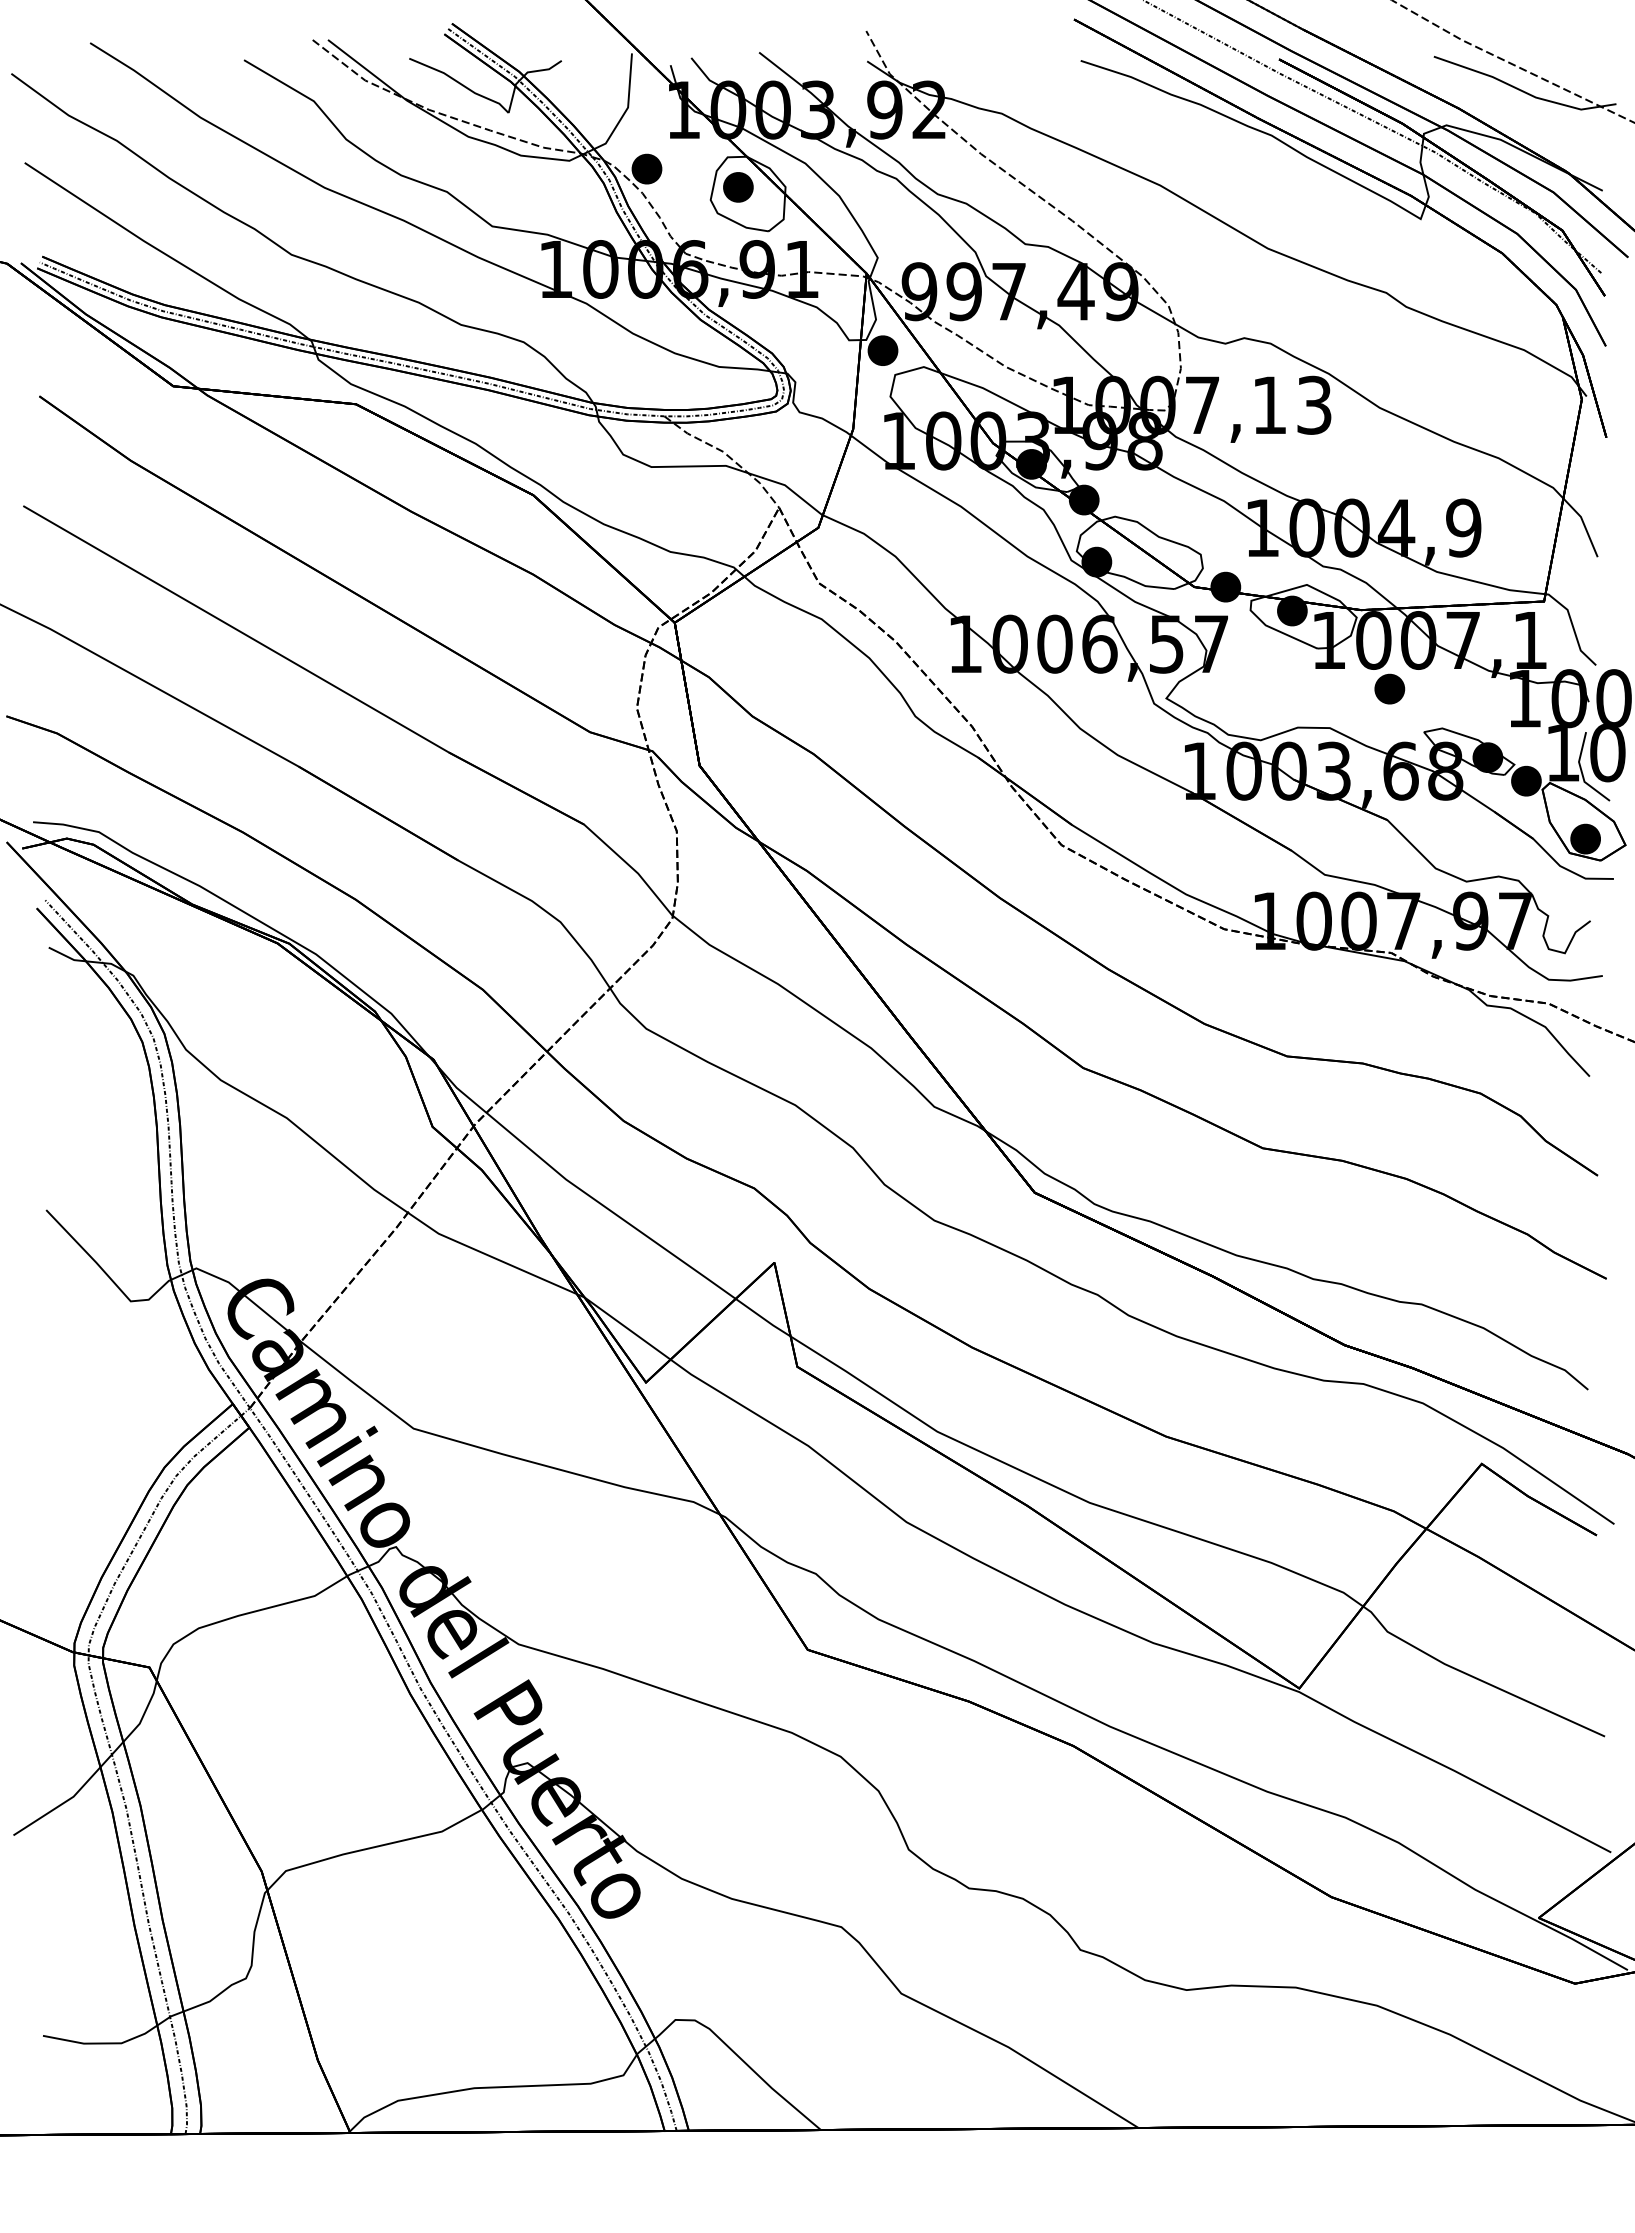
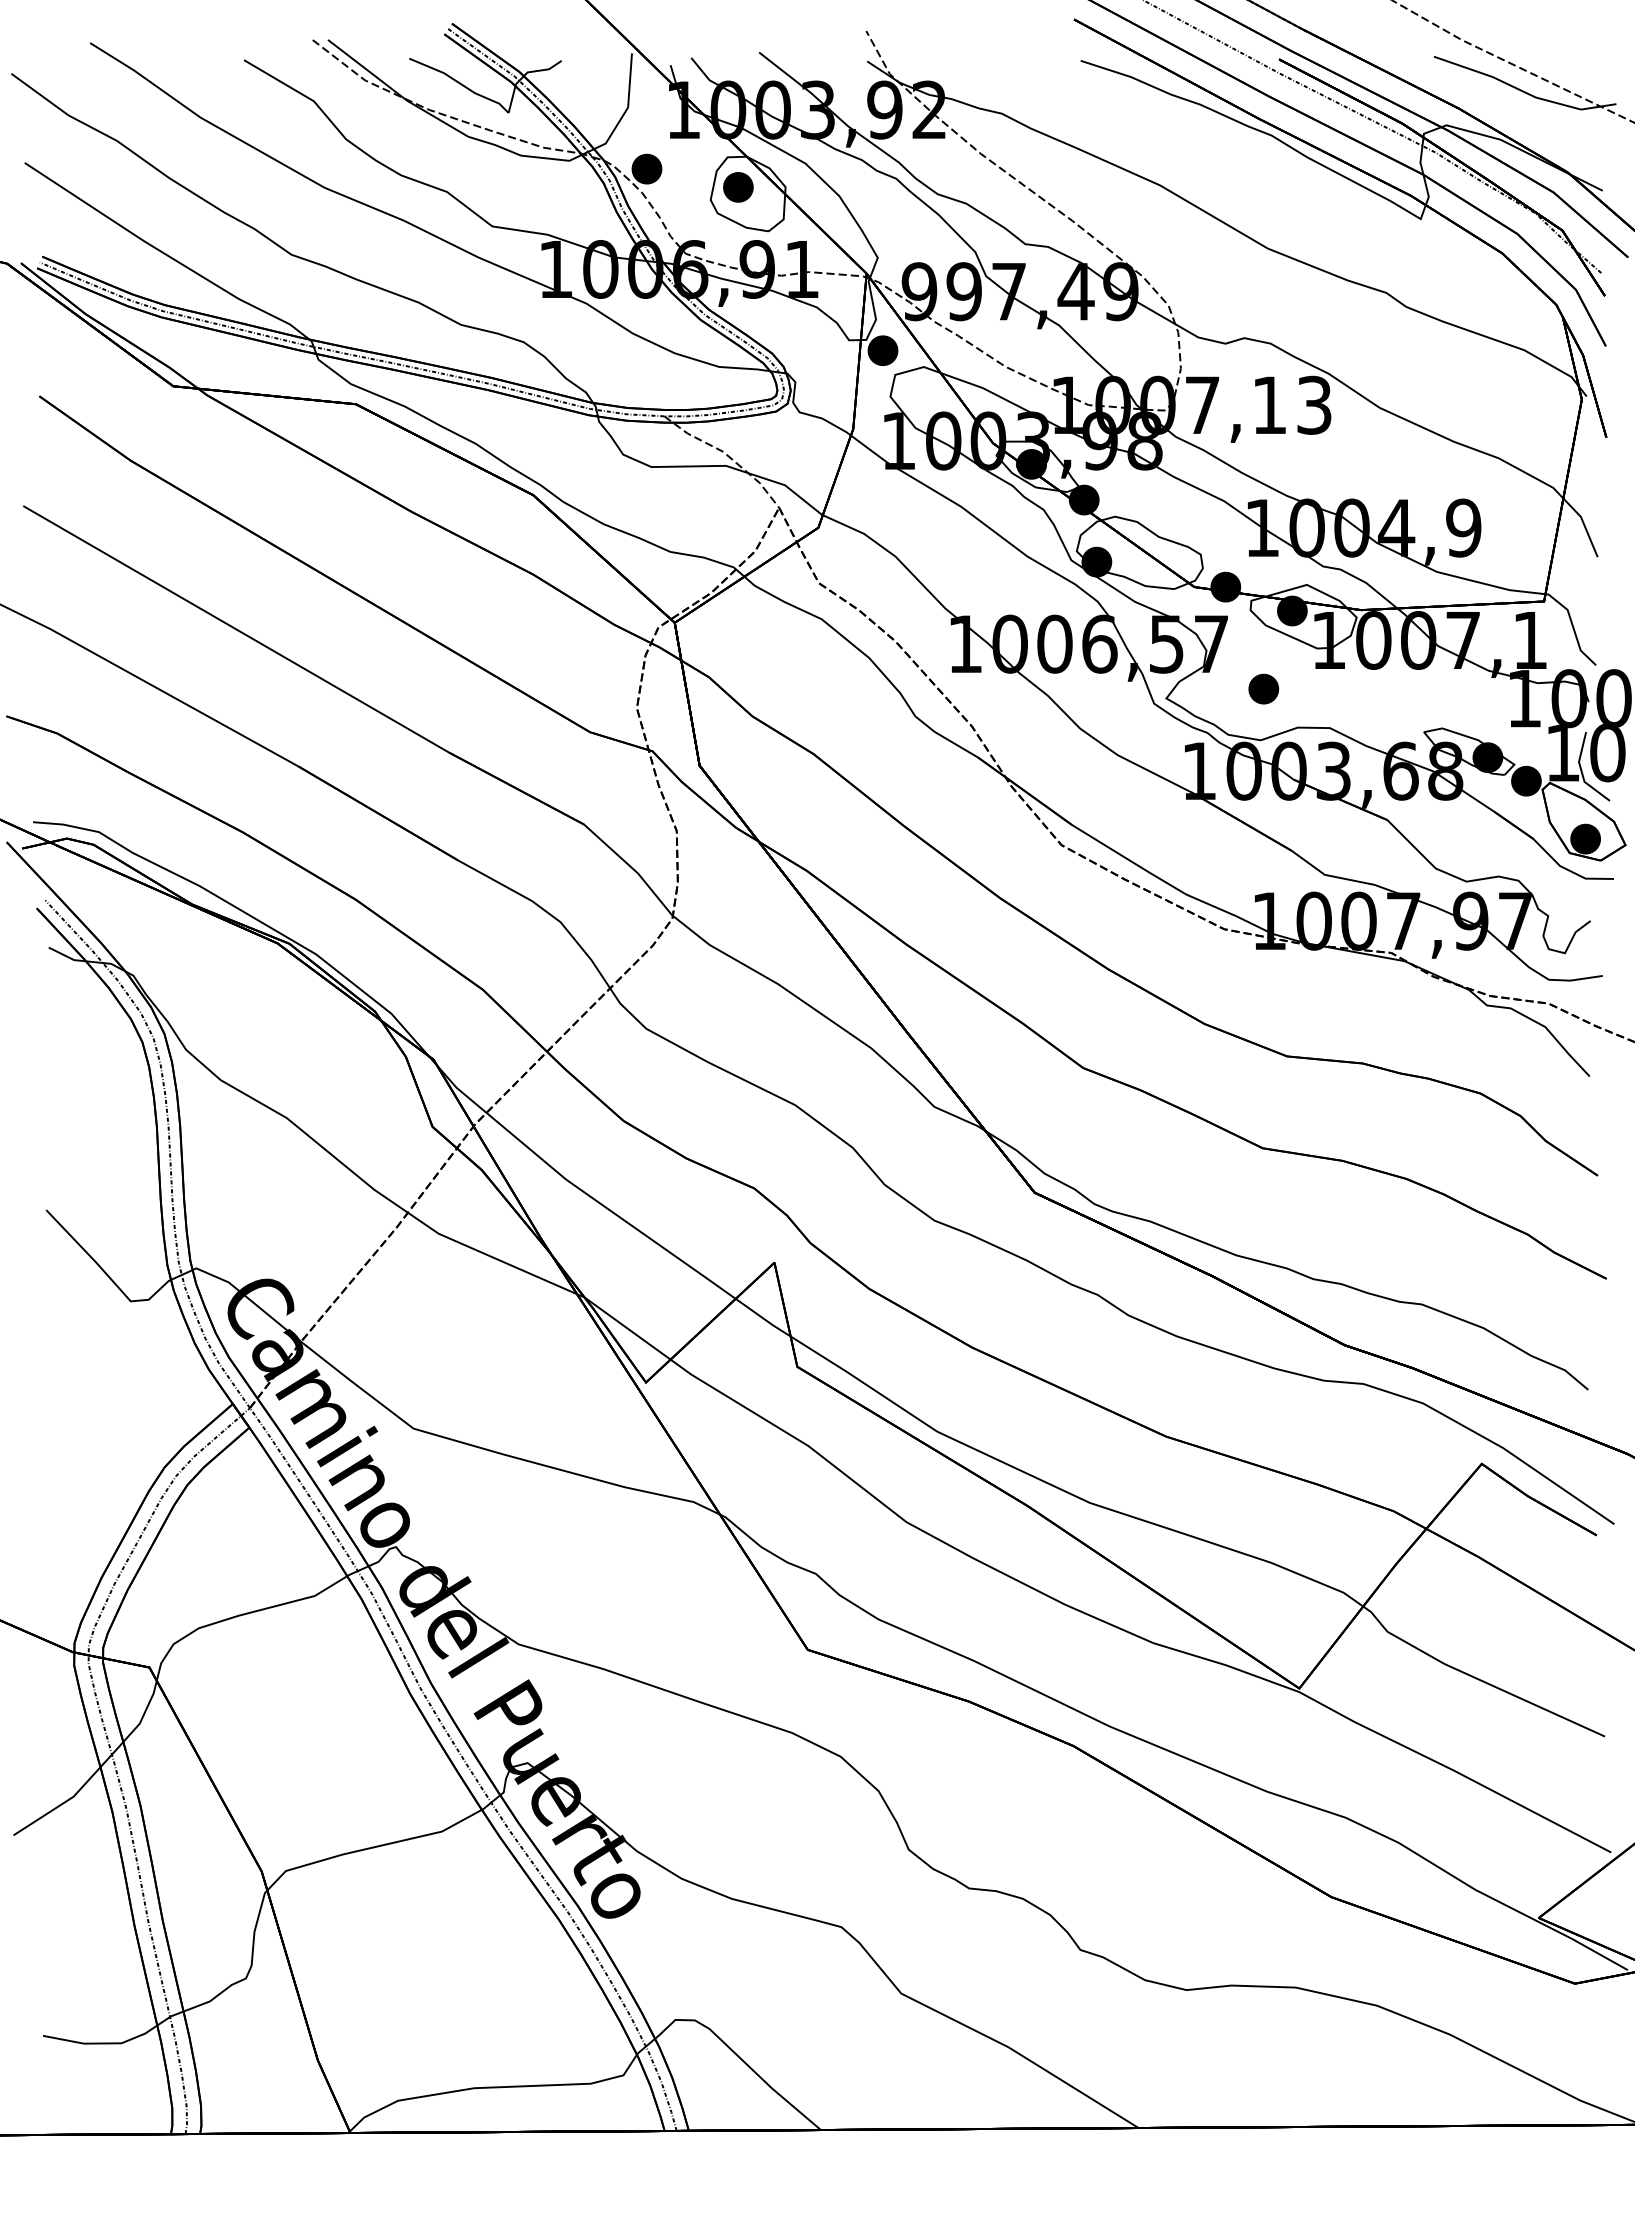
part at (1389, 688) position: (1389, 688) -> (1263, 688)
